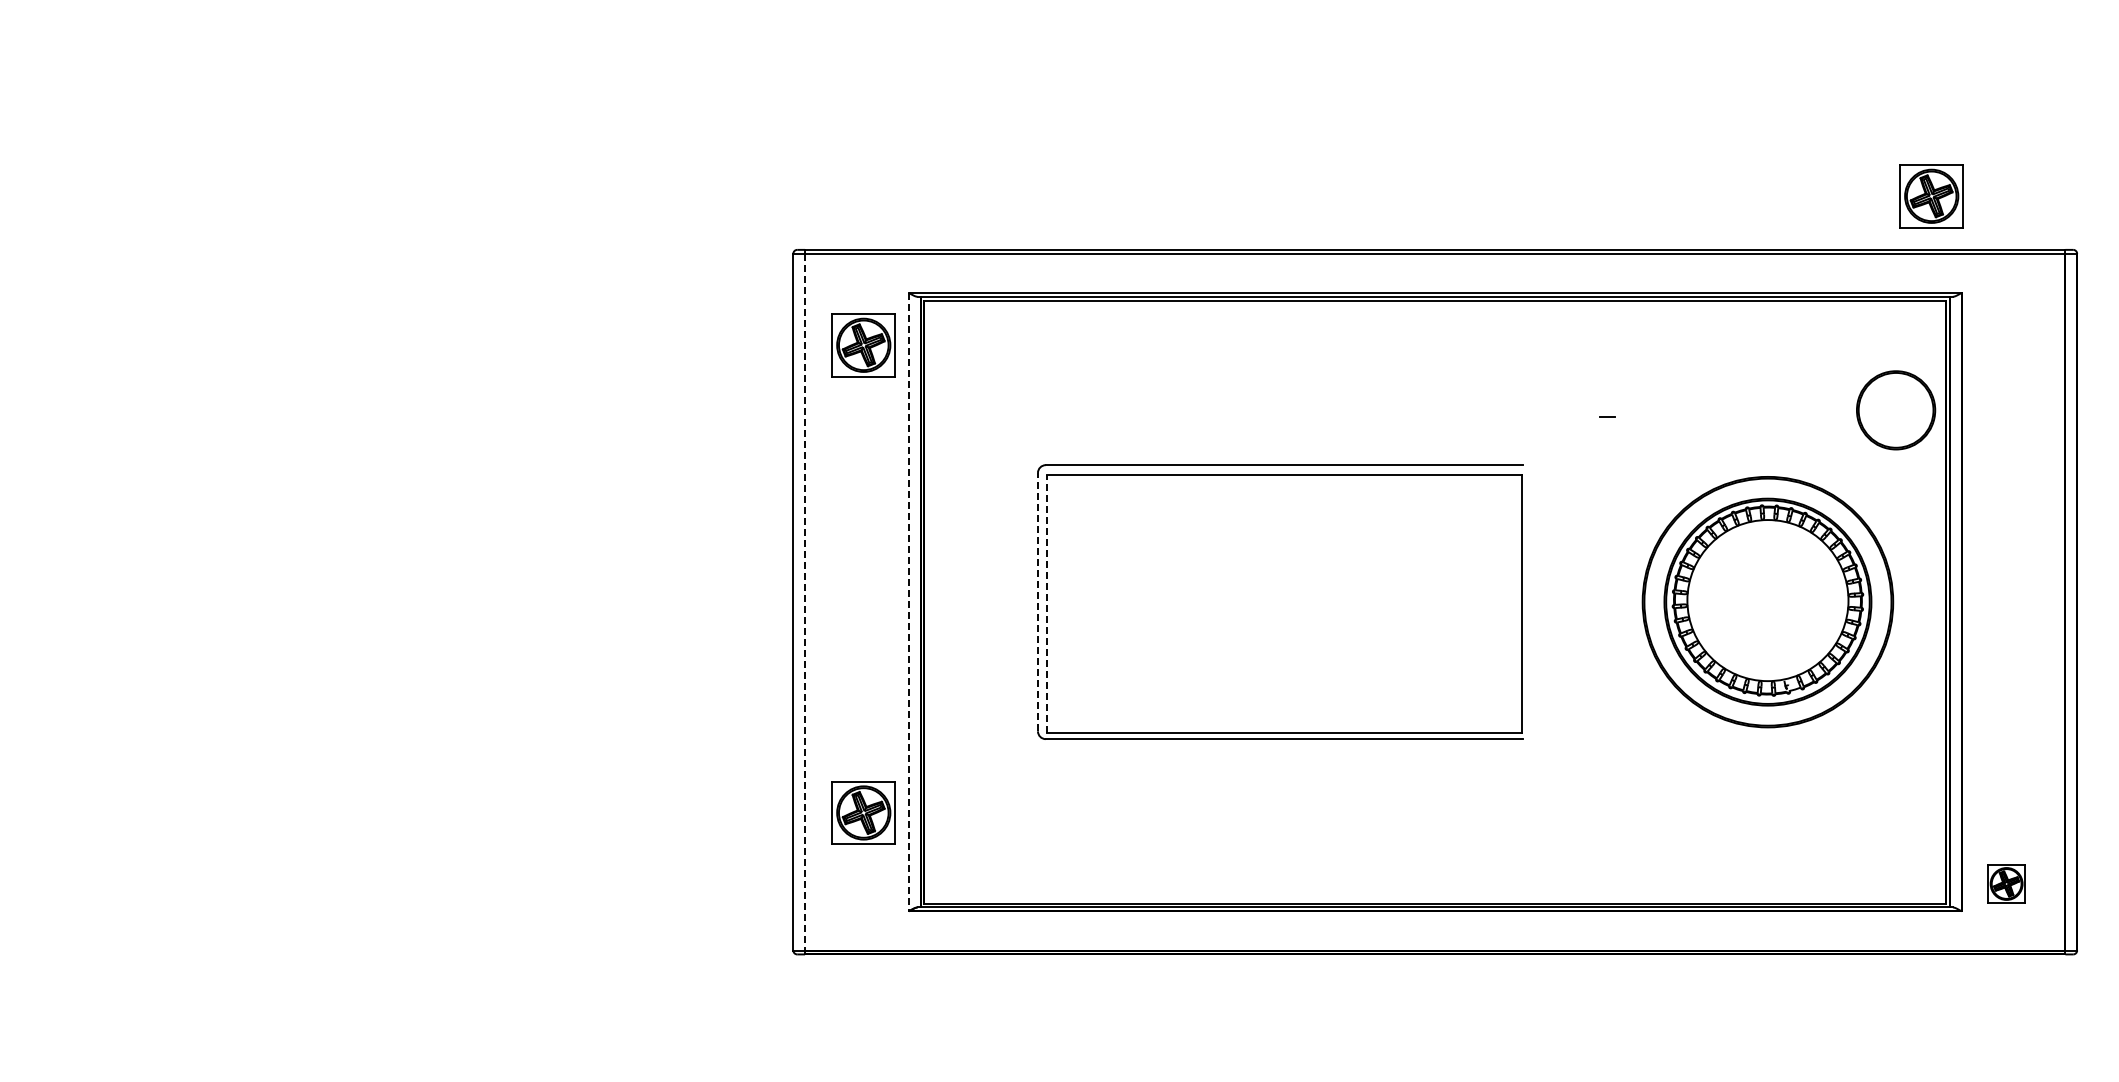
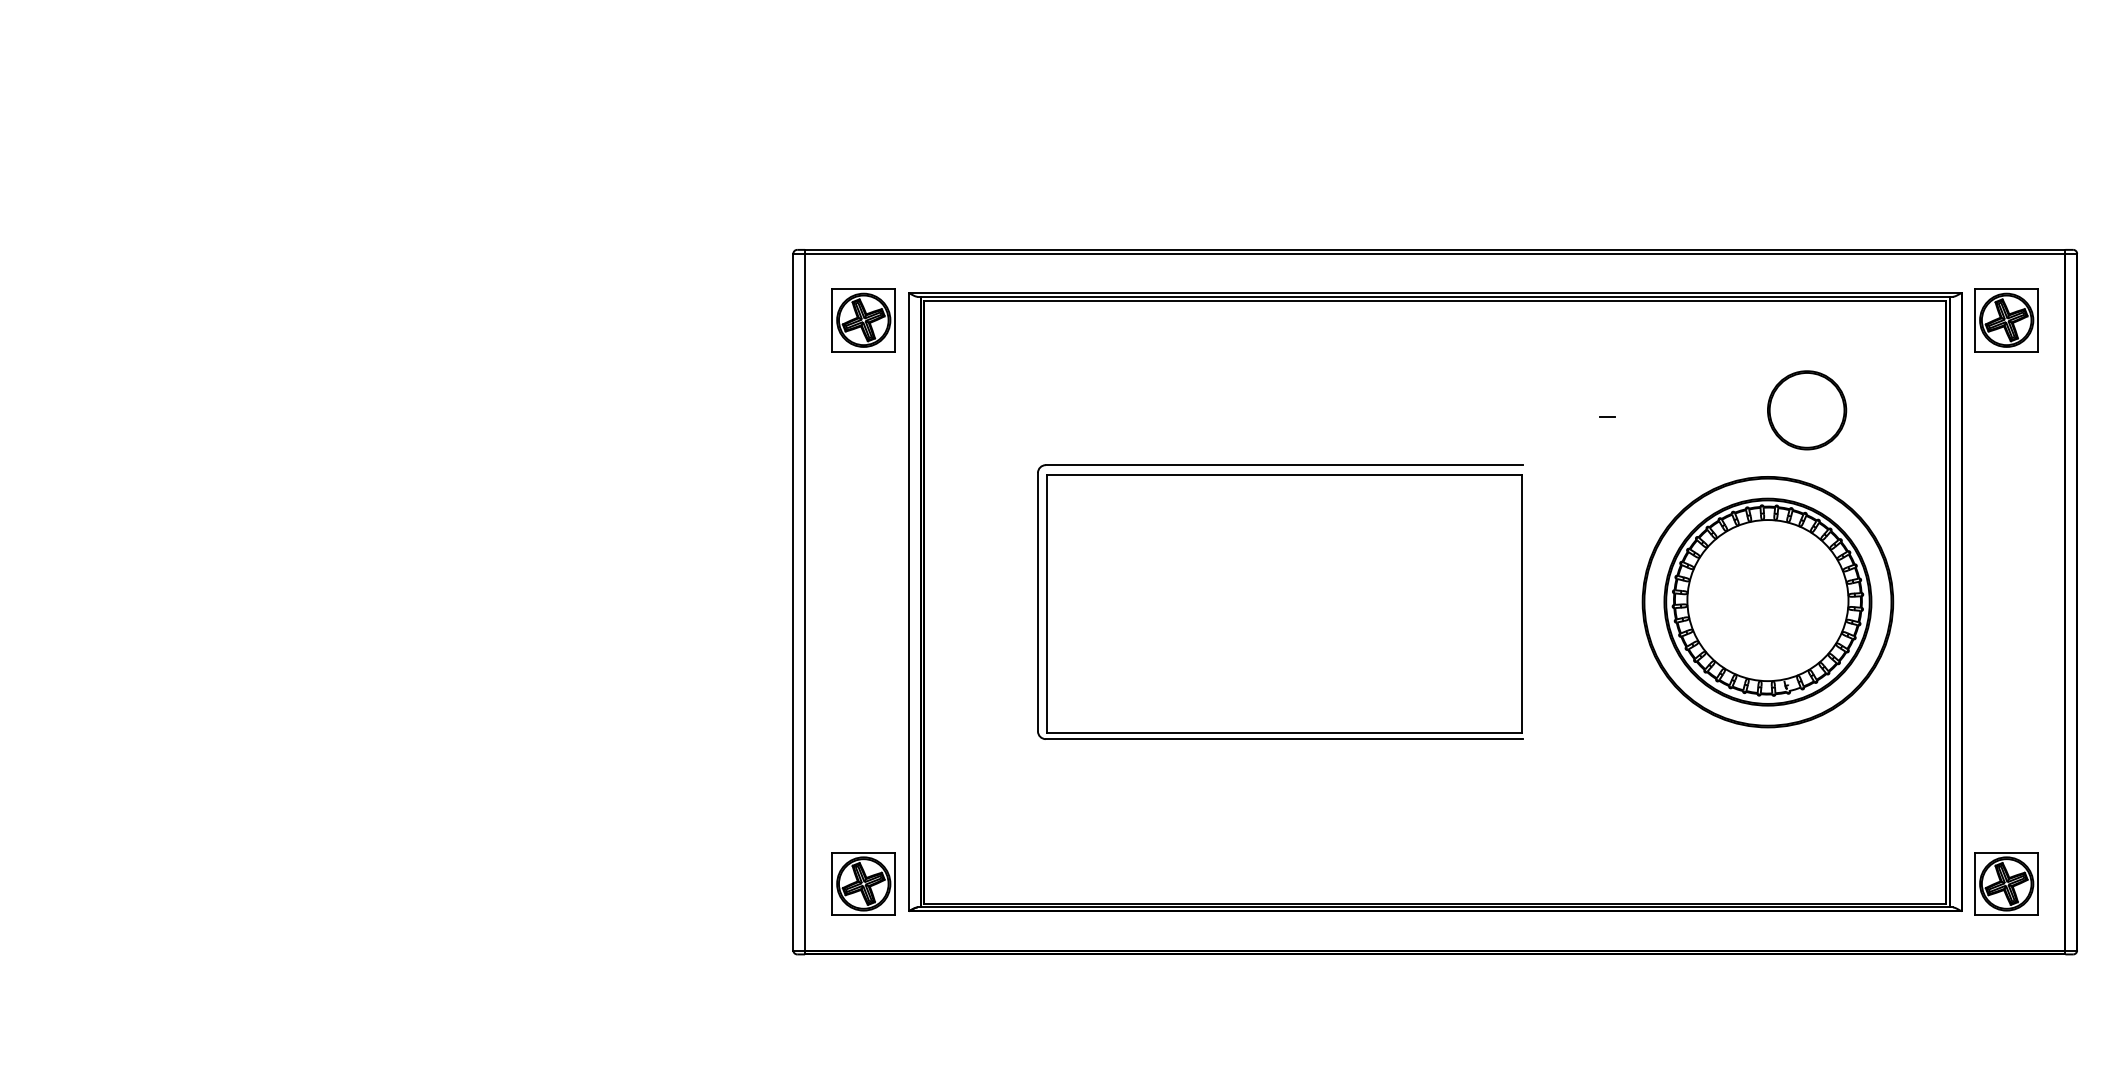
part at (1931, 196) position: (1931, 196) -> (2006, 320)
part at (863, 345) position: (863, 345) -> (863, 320)
part at (1896, 410) position: (1896, 410) -> (1807, 410)
line at (1037, 601): dashed -> solid
line at (805, 602): dashed -> solid
line at (908, 602): dashed -> solid
line at (1046, 603): dashed -> solid
part at (863, 812) position: (863, 812) -> (863, 883)
part at (2006, 883) size: 39x40 px -> 65x64 px
